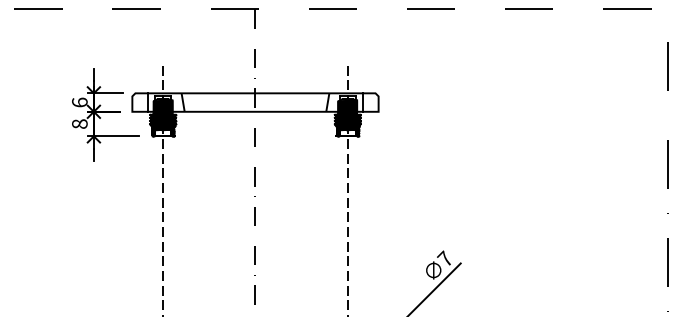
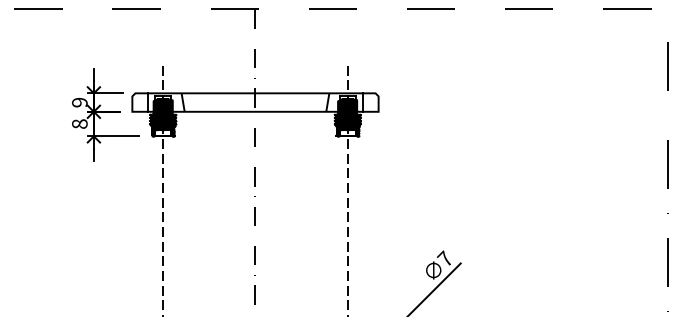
text at (79, 102): 6 -> 9
